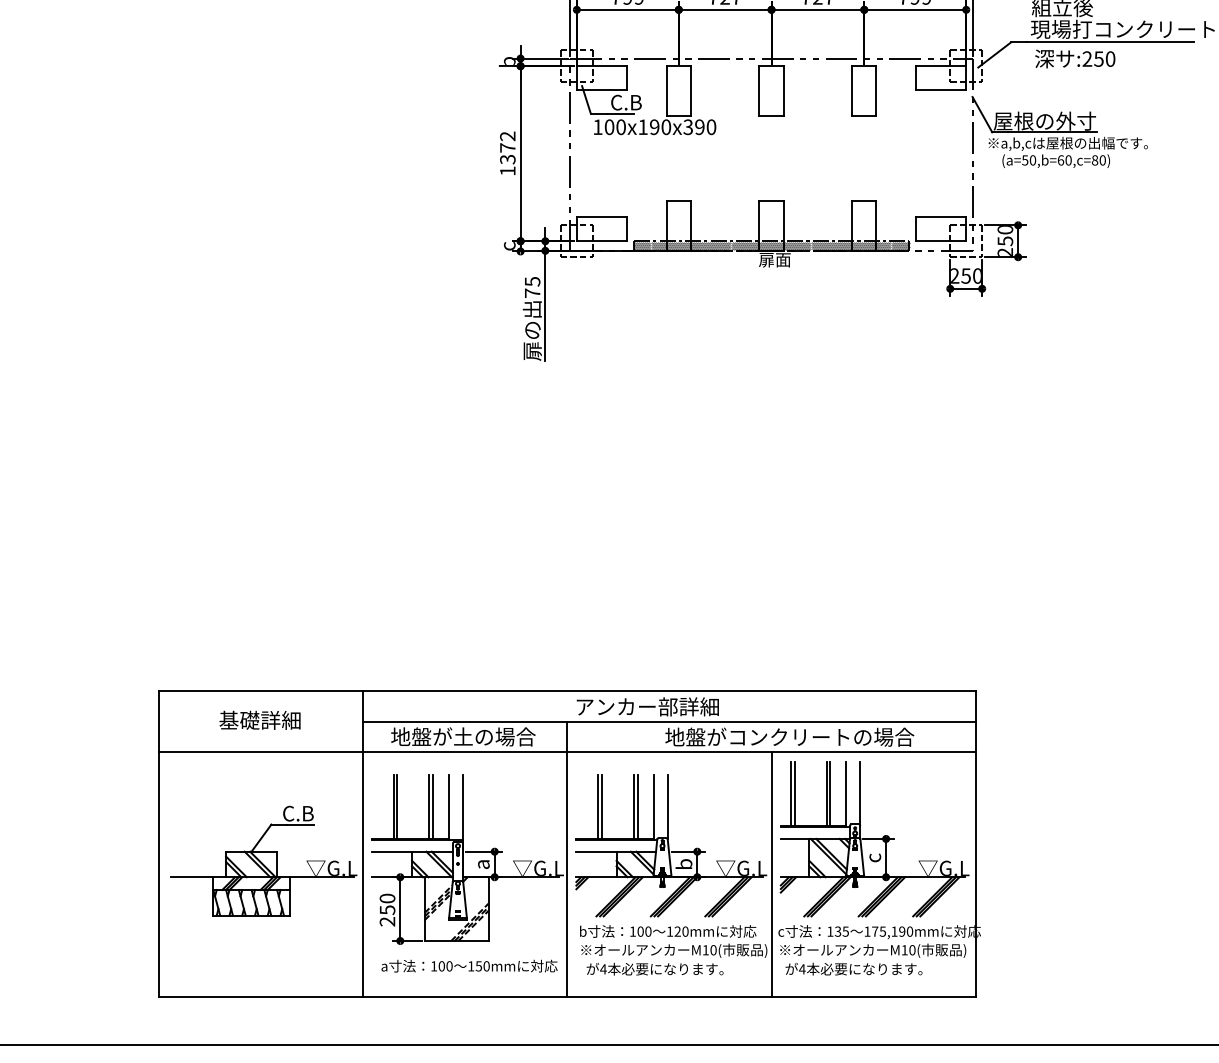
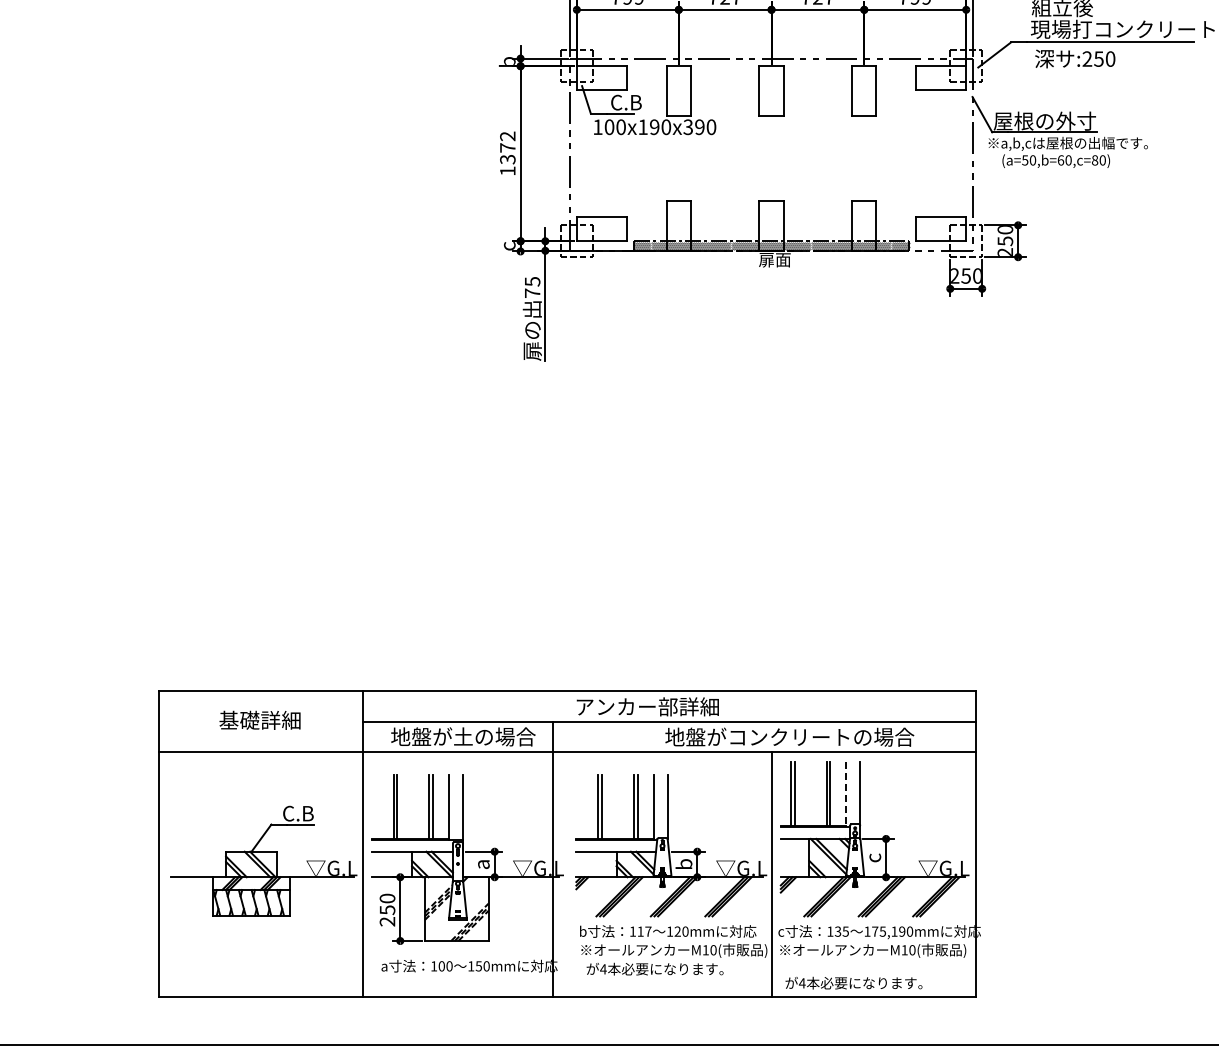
line at (846, 795): solid -> dashed
line at (567, 859) position: (567, 859) -> (553, 859)
text at (644, 931): 100 -> 117
text at (853, 968) position: (853, 968) -> (853, 982)
